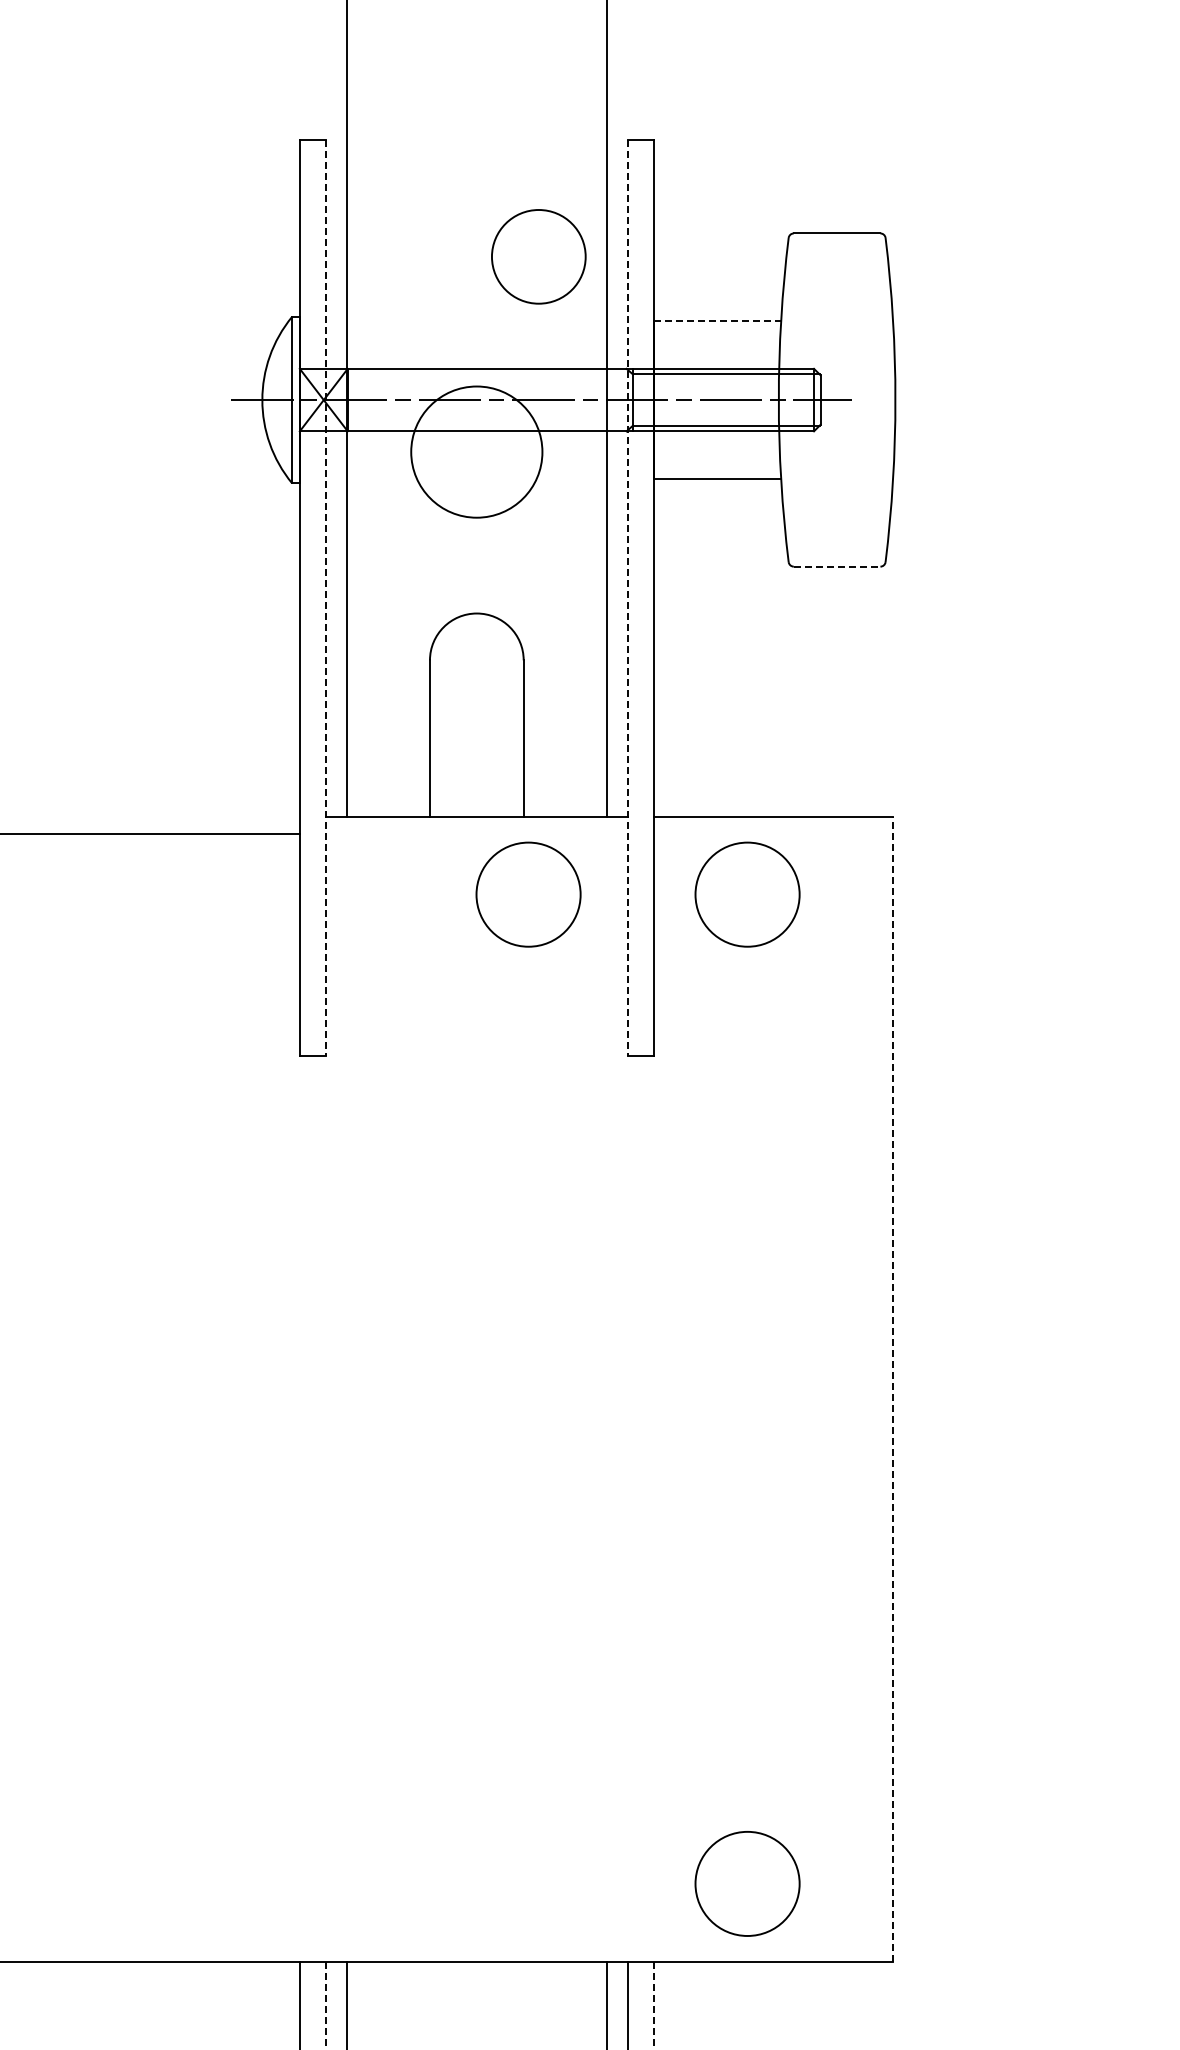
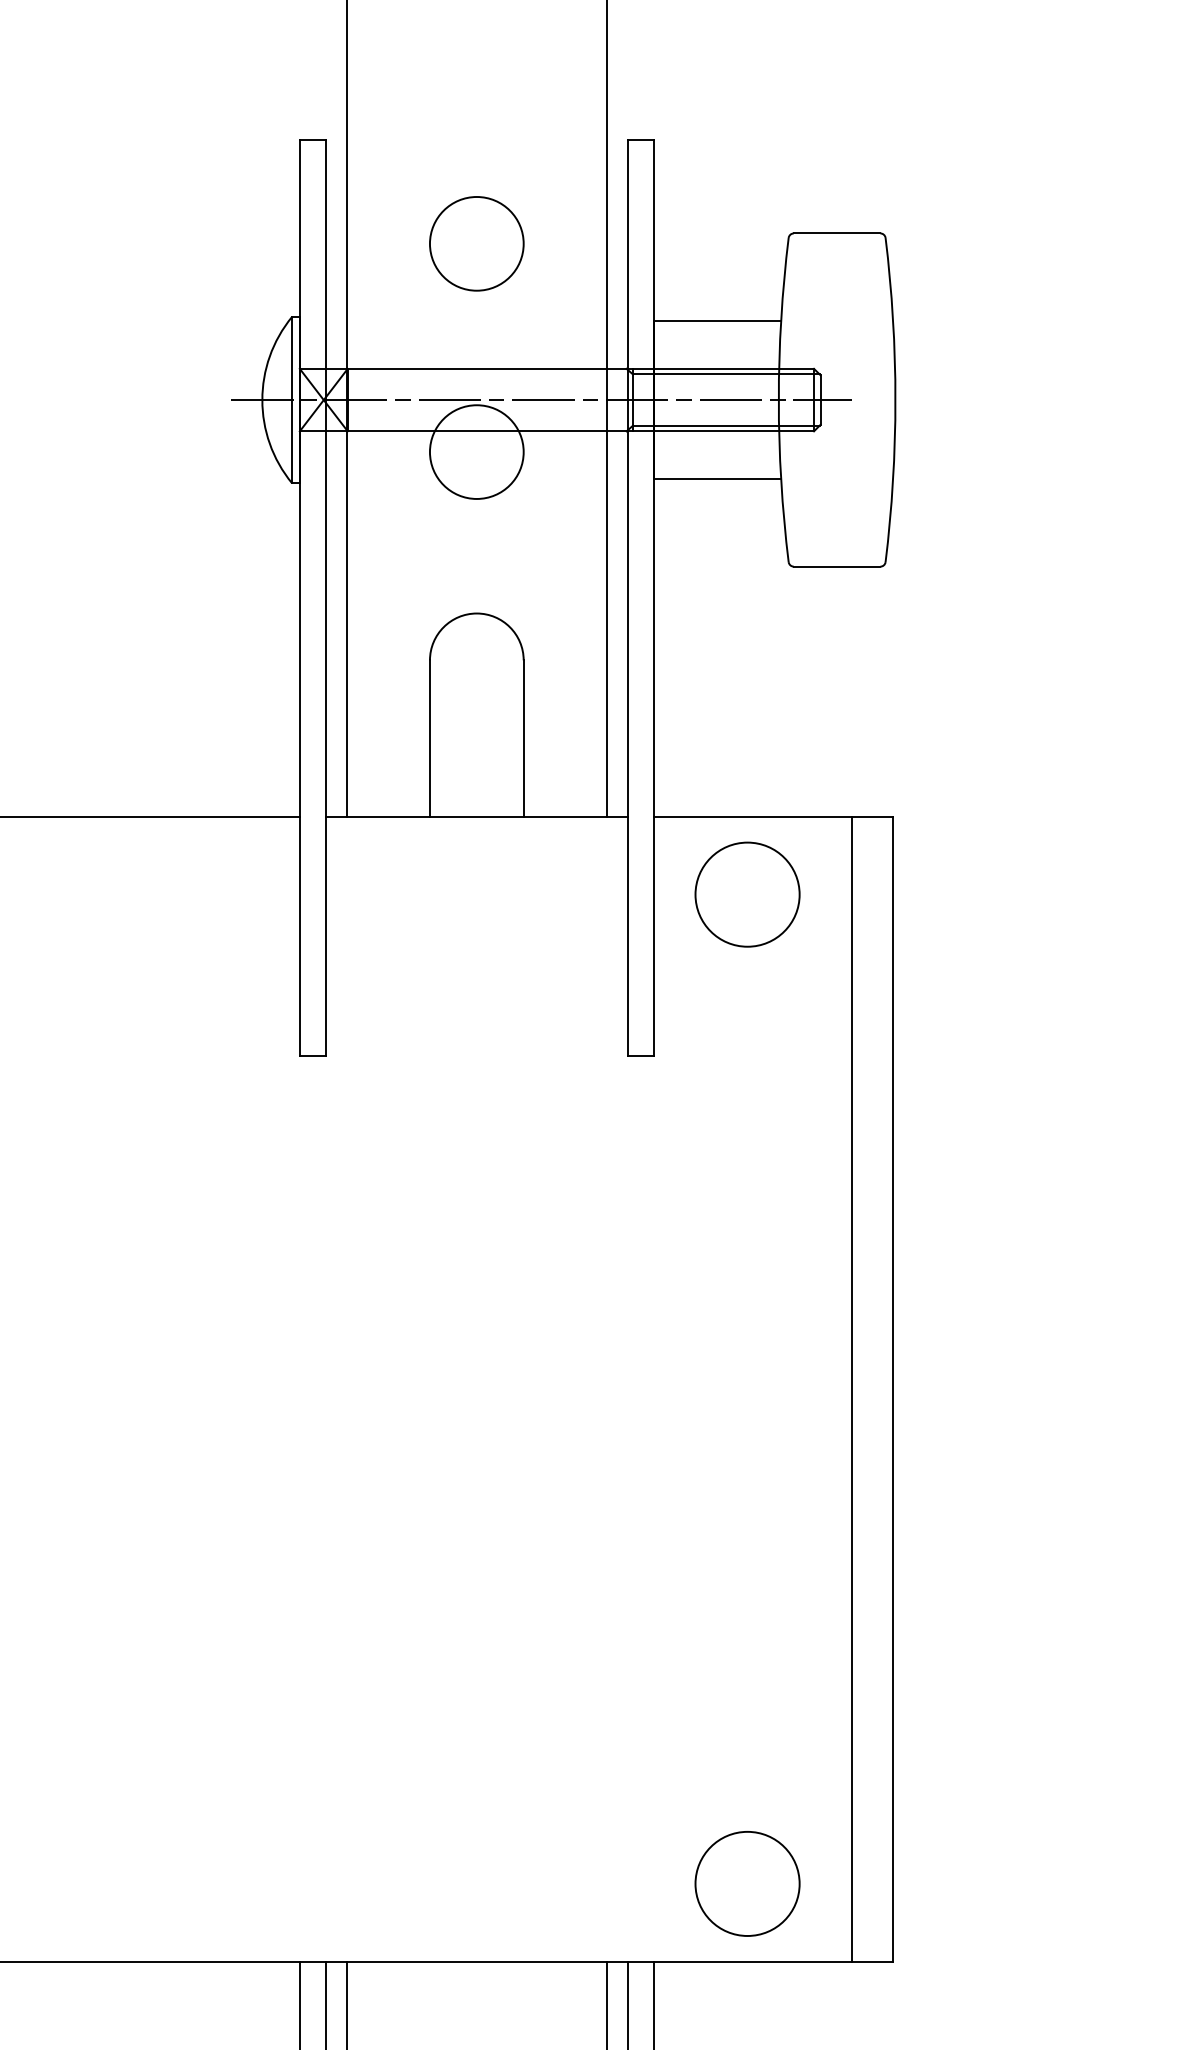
circle at (538, 256) position: (538, 256) -> (476, 243)
line at (717, 320): dashed -> solid
circle at (476, 451) diameter: 131 px -> 94 px
line at (837, 566): dashed -> solid
line at (325, 598): dashed -> solid
line at (627, 598): dashed -> solid
line at (150, 833) position: (150, 833) -> (150, 816)
circle at (528, 894): present -> none
line at (851, 1389): none -> present
line at (893, 1389): dashed -> solid
line at (325, 2005): dashed -> solid
line at (653, 2005): dashed -> solid
